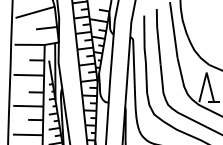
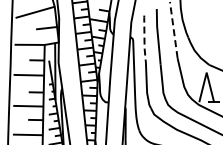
line at (173, 28): solid -> dashed
line at (144, 39): solid -> dashed
